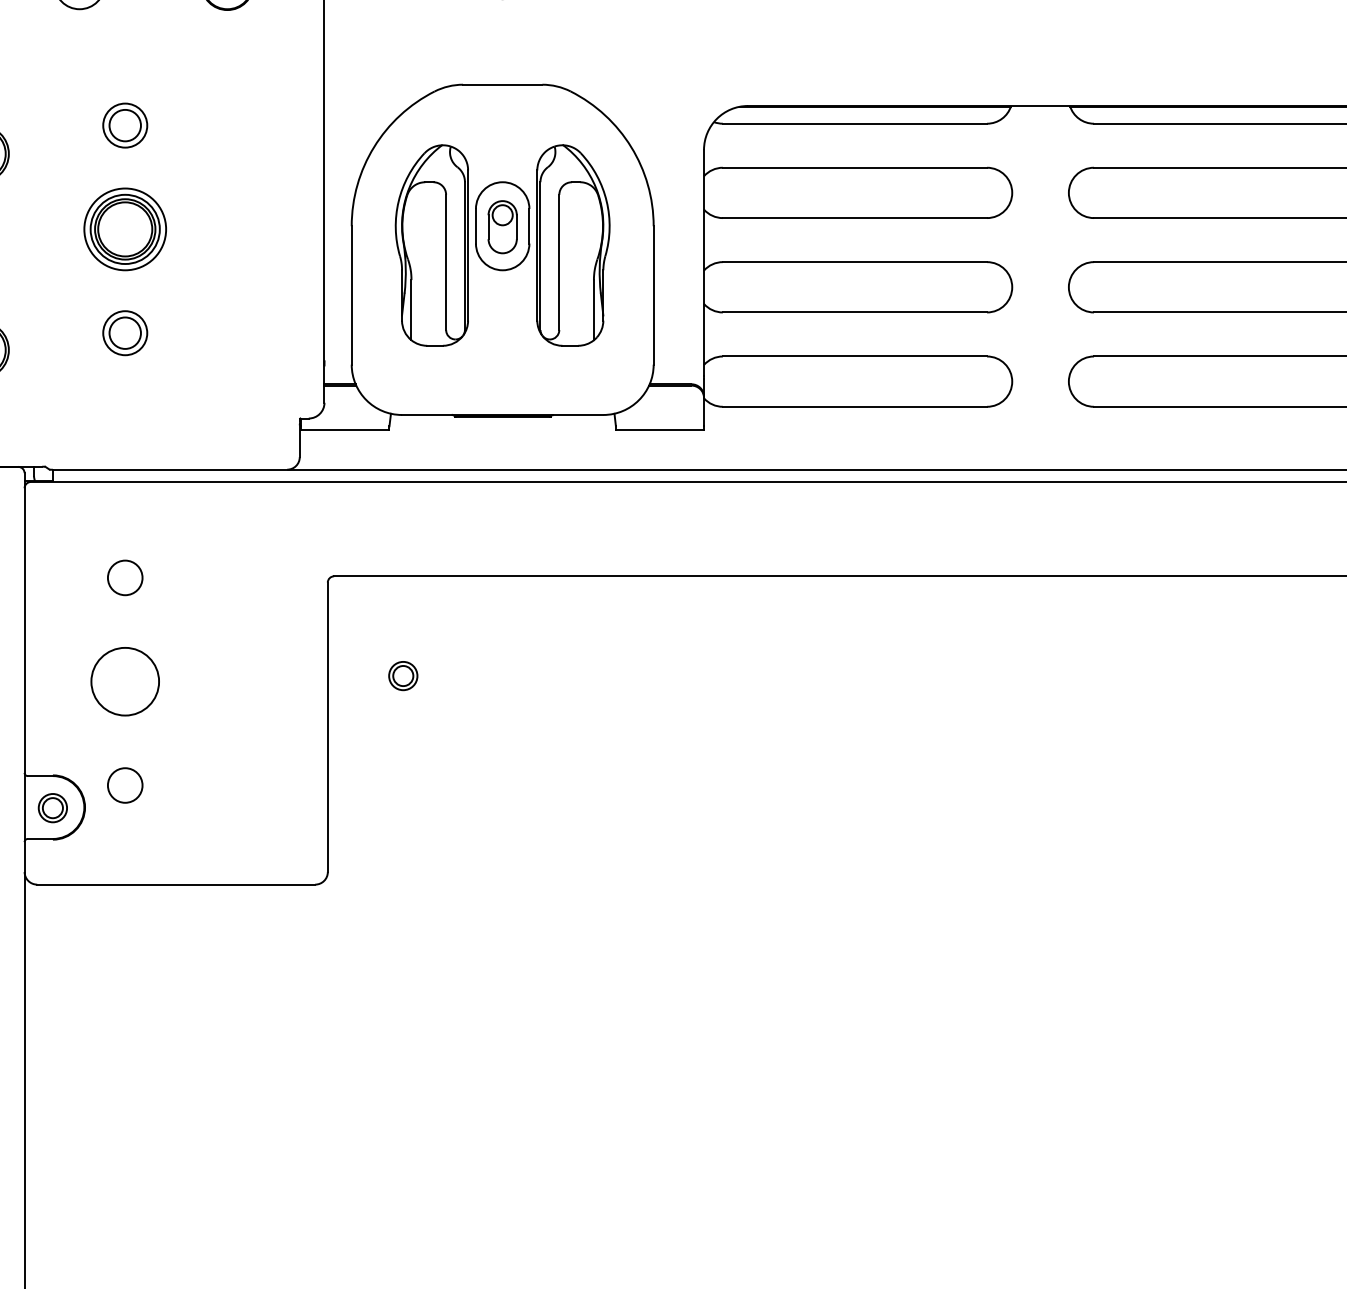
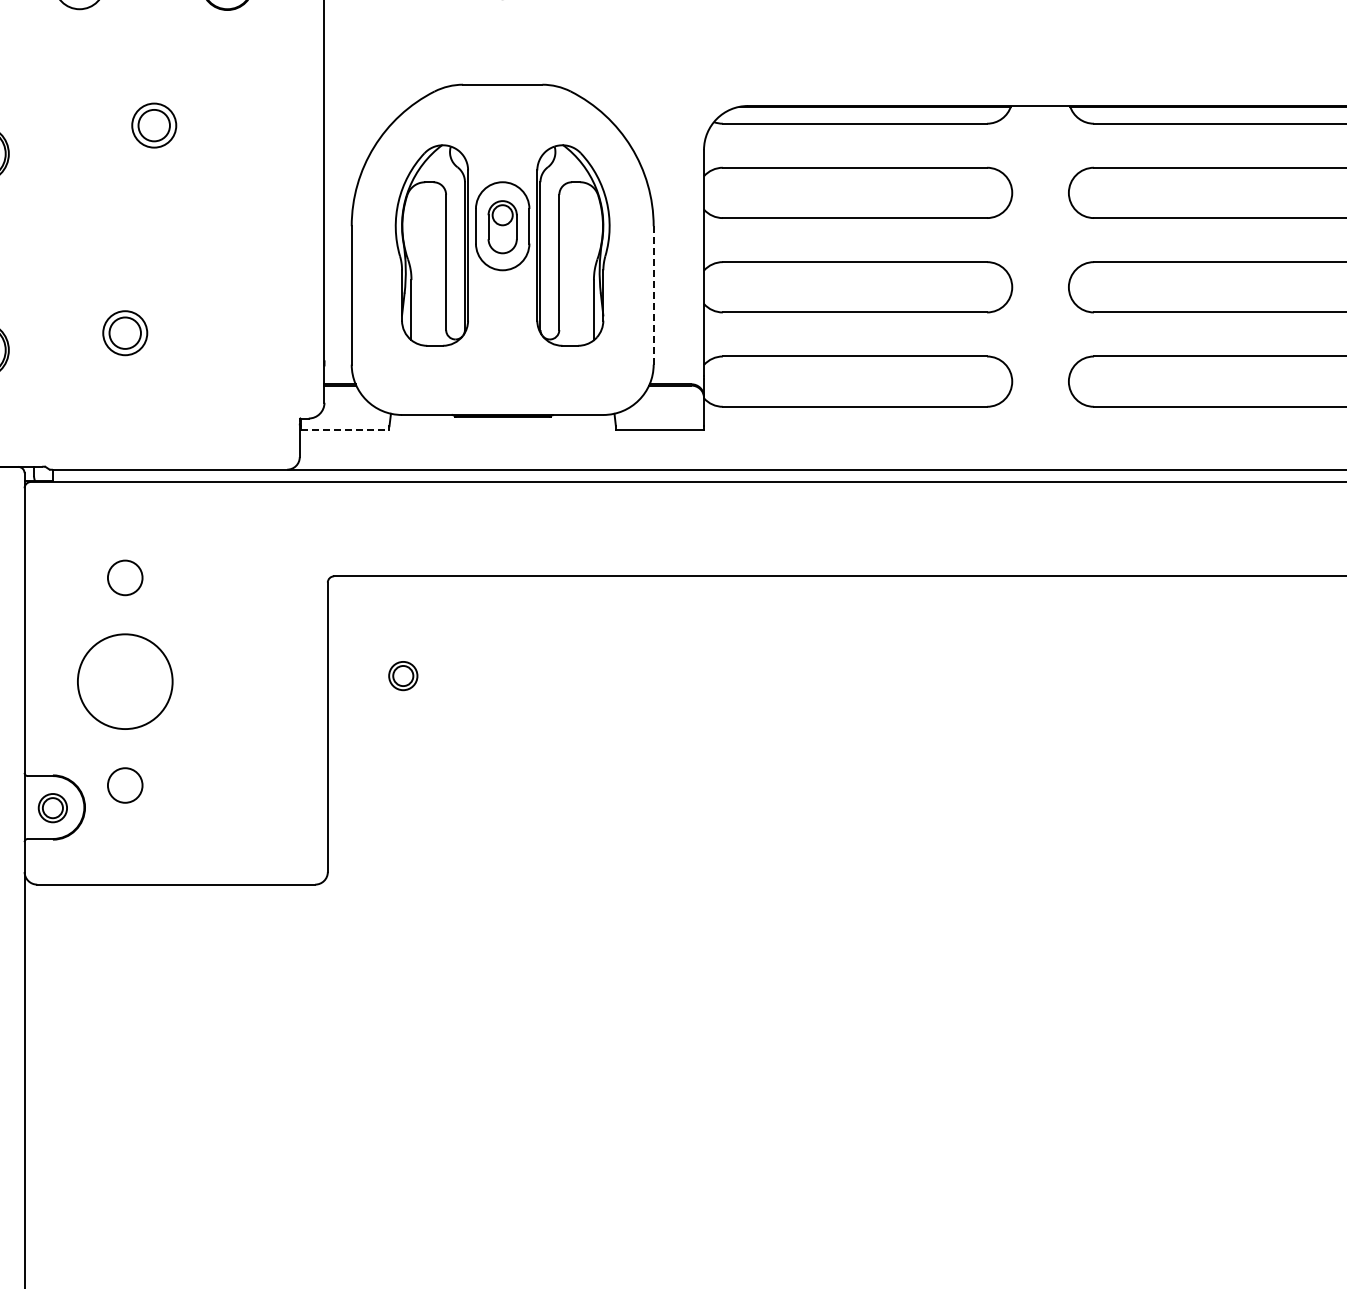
part at (125, 125) position: (125, 125) -> (154, 125)
part at (124, 229): present -> none
line at (653, 295): solid -> dashed
line at (345, 430): solid -> dashed
circle at (125, 681) diameter: 68 px -> 95 px
